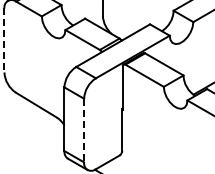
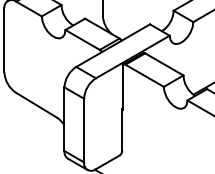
line at (4, 40): dashed -> solid
line at (84, 130): dashed -> solid
